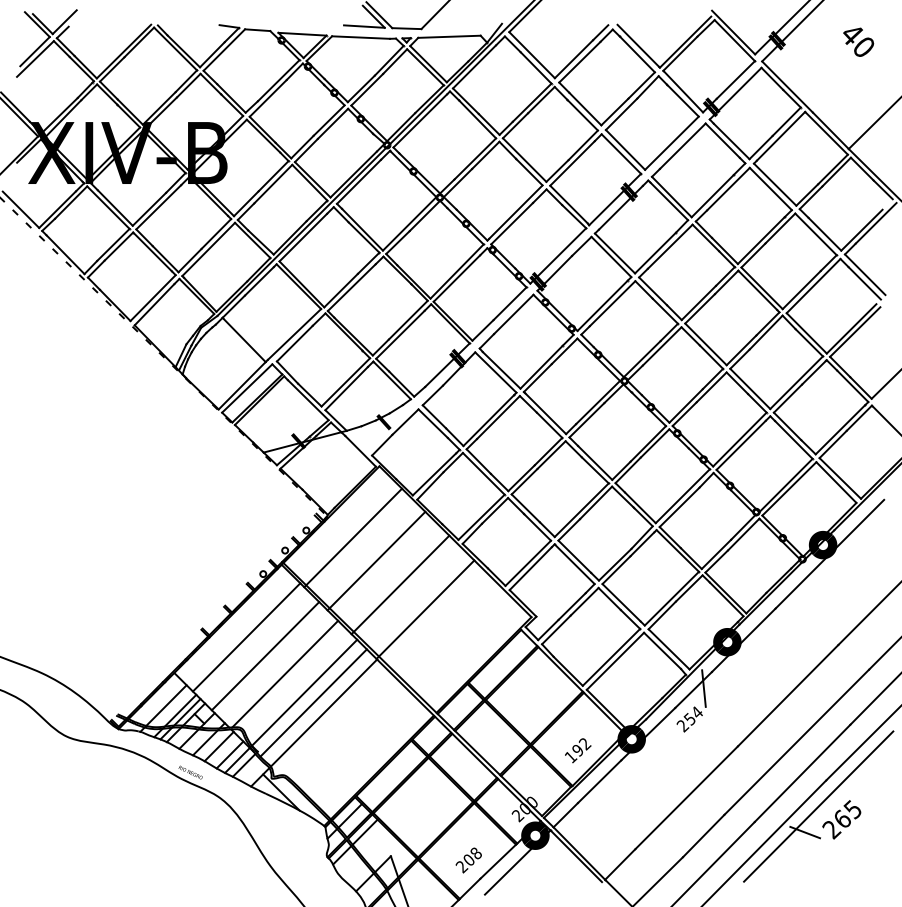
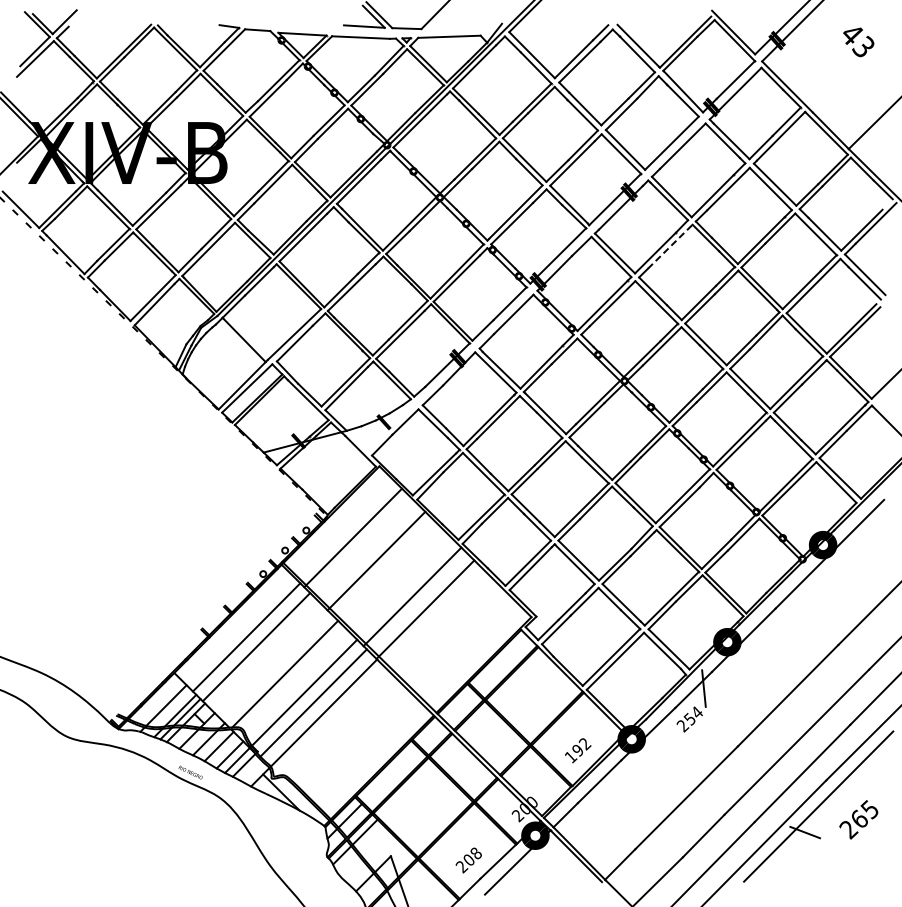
text at (863, 46): 40 -> 43
line at (670, 246): solid -> dashed
line at (400, 584) position: (400, 584) -> (412, 596)
line at (265, 656) position: (265, 656) -> (256, 647)
text at (841, 819) position: (841, 819) -> (858, 819)
